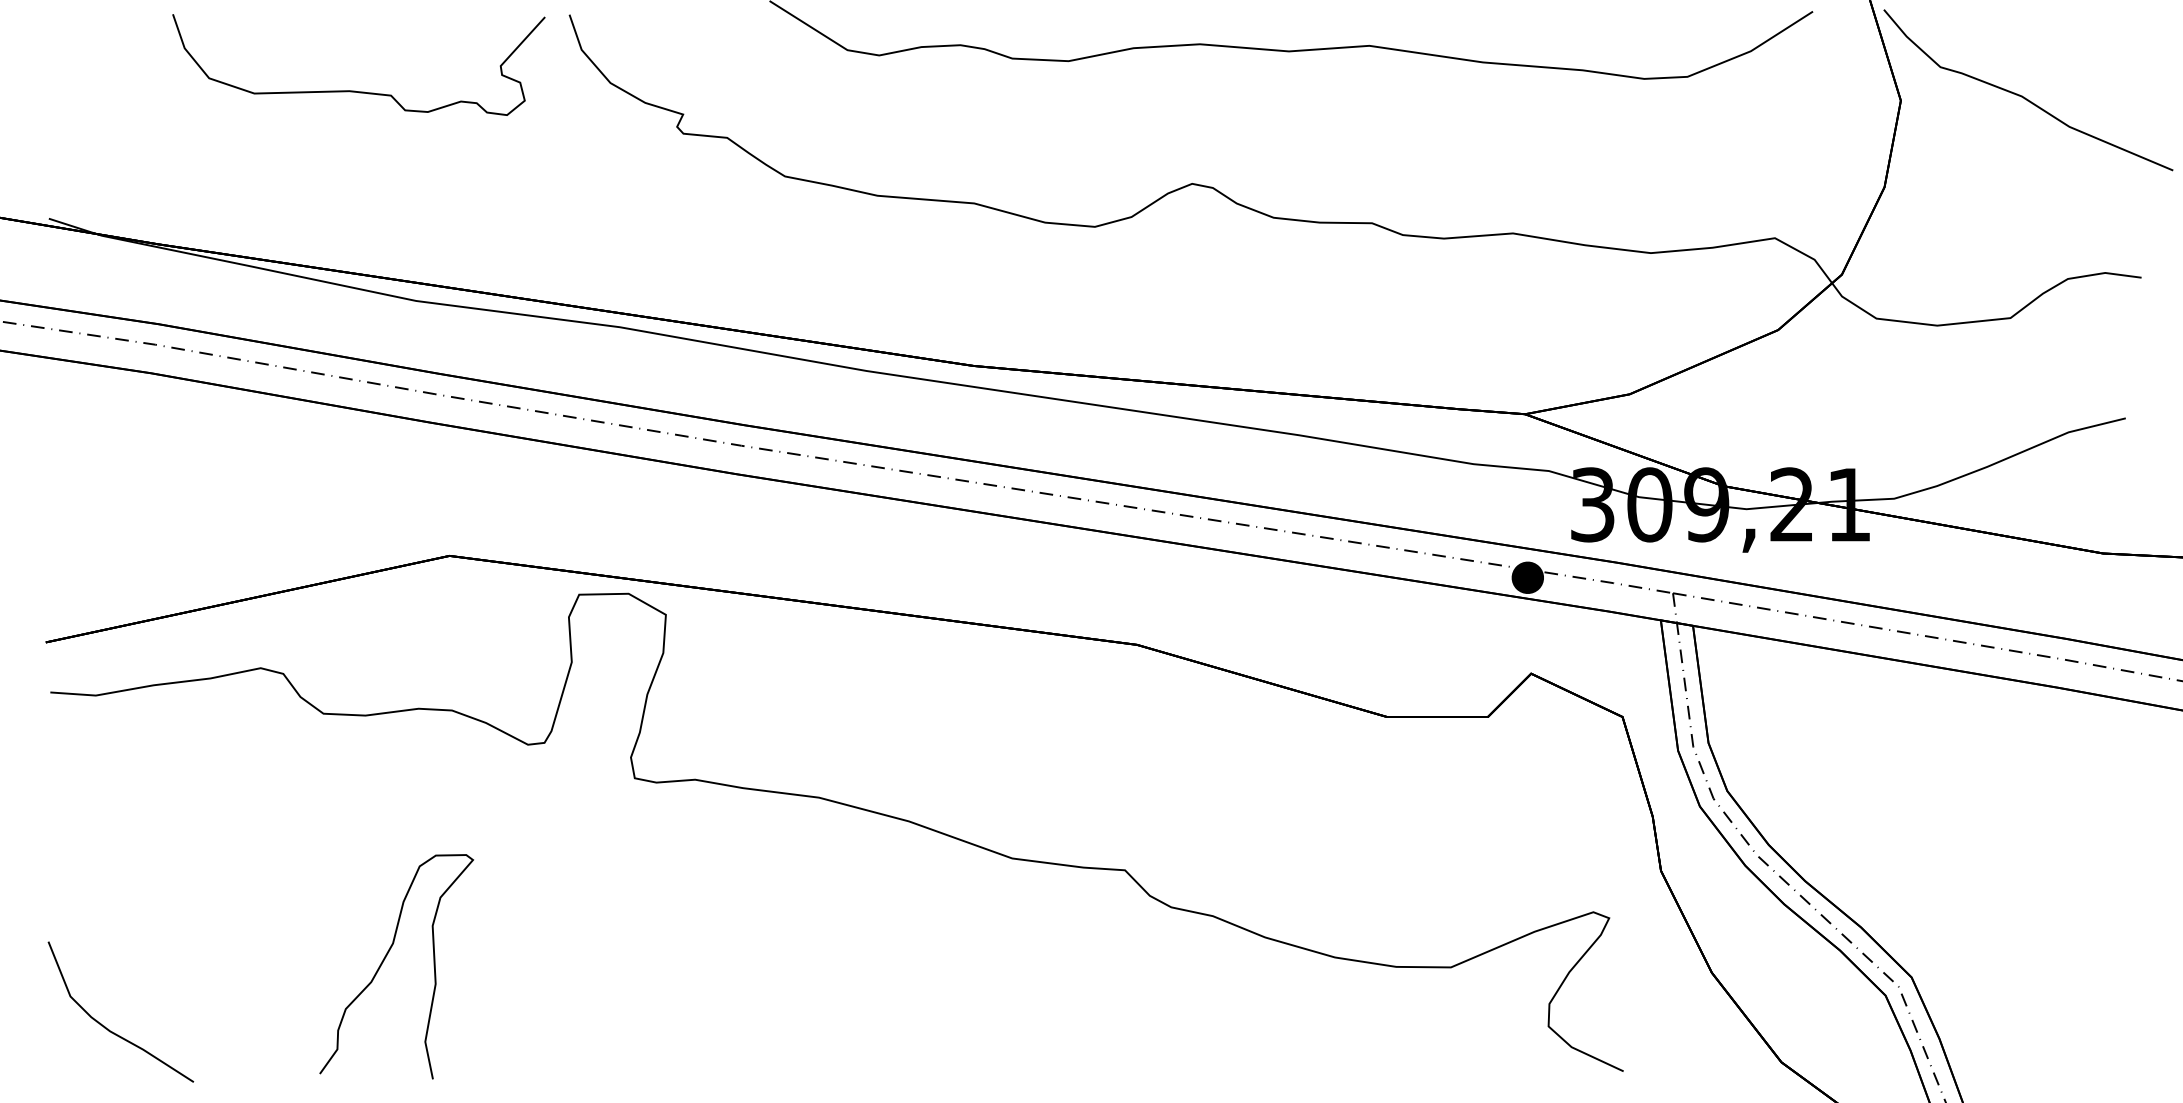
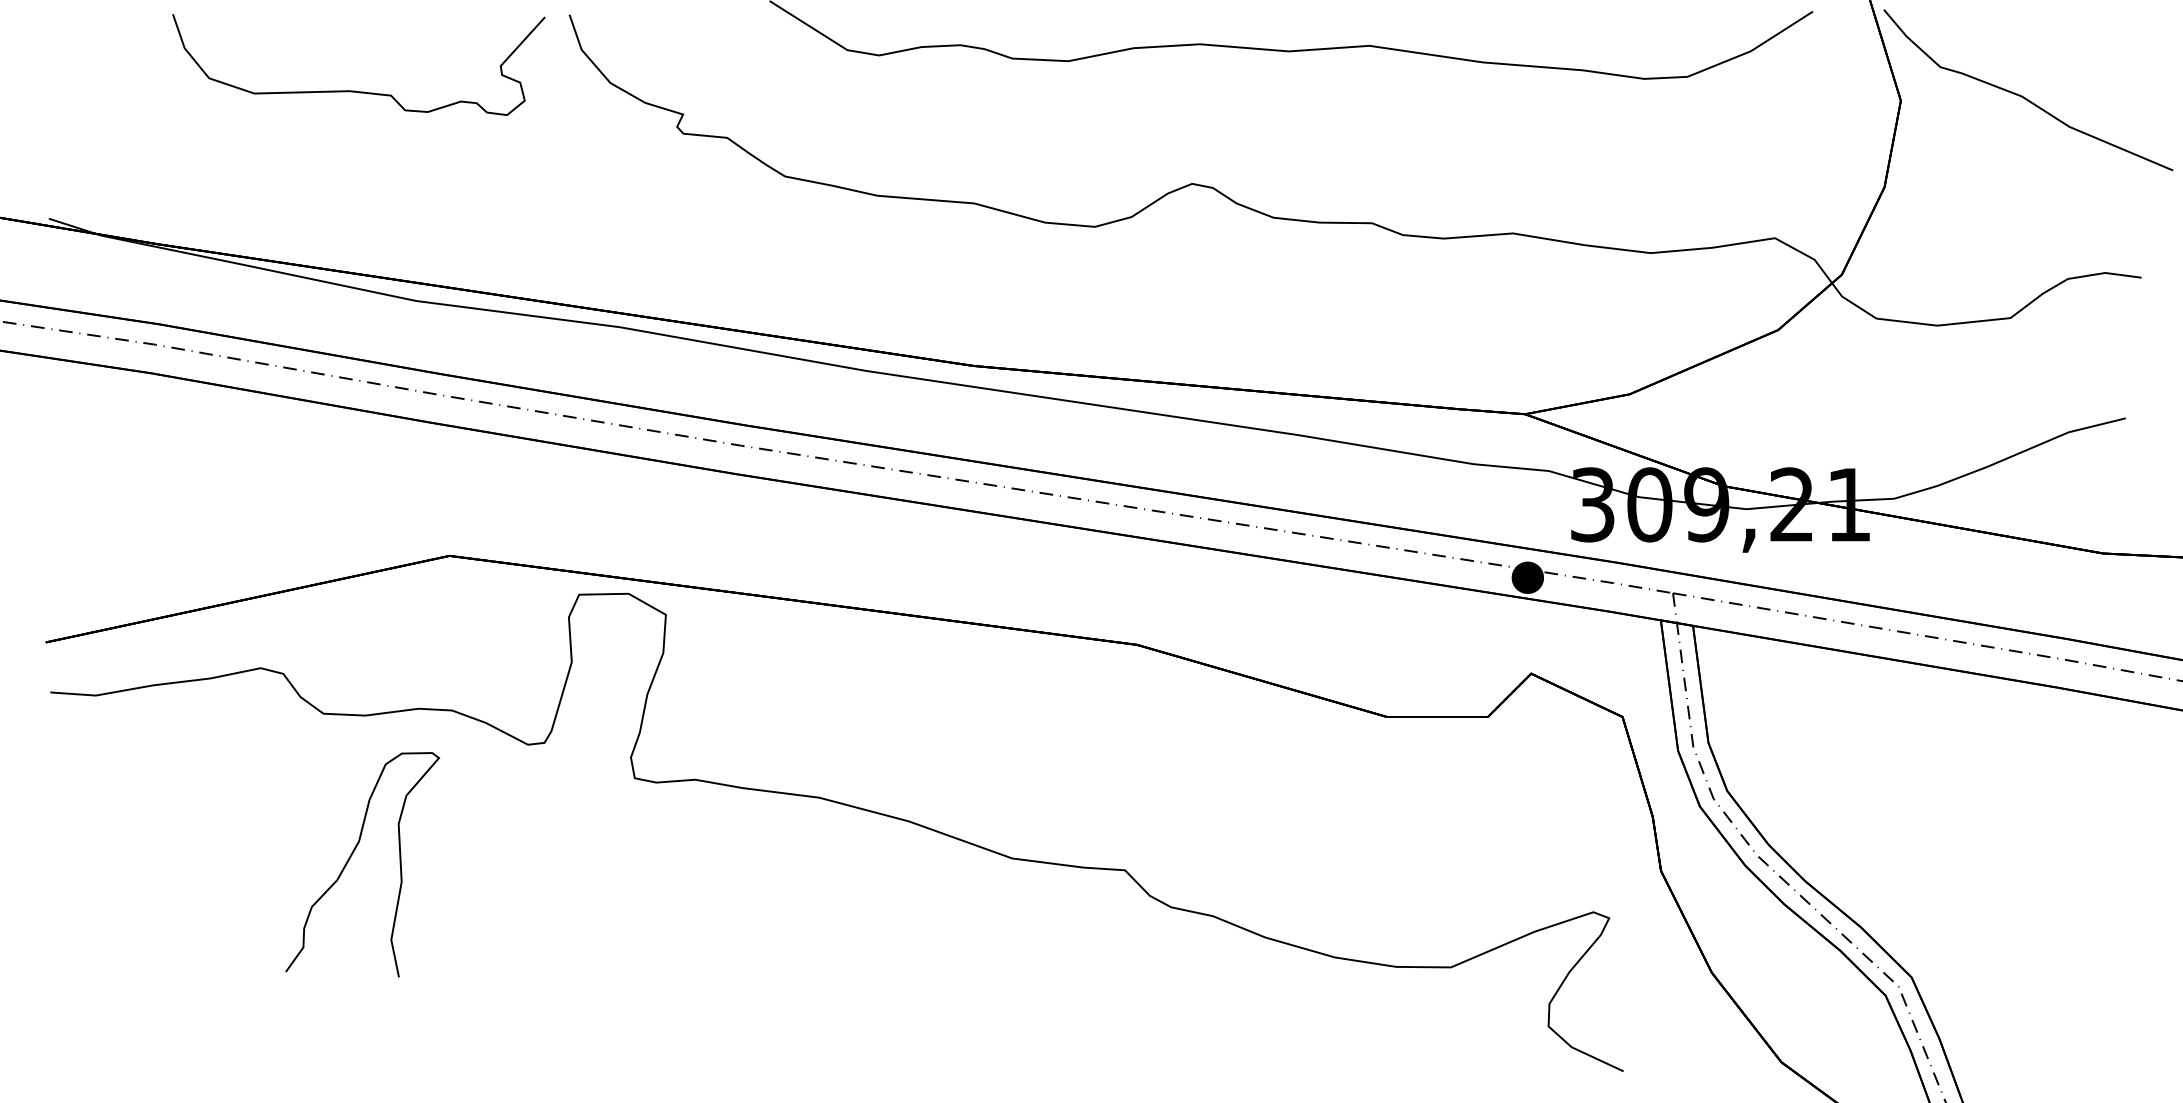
curve at (385, 959) position: (385, 959) -> (351, 857)
curve at (108, 1028): present -> none
